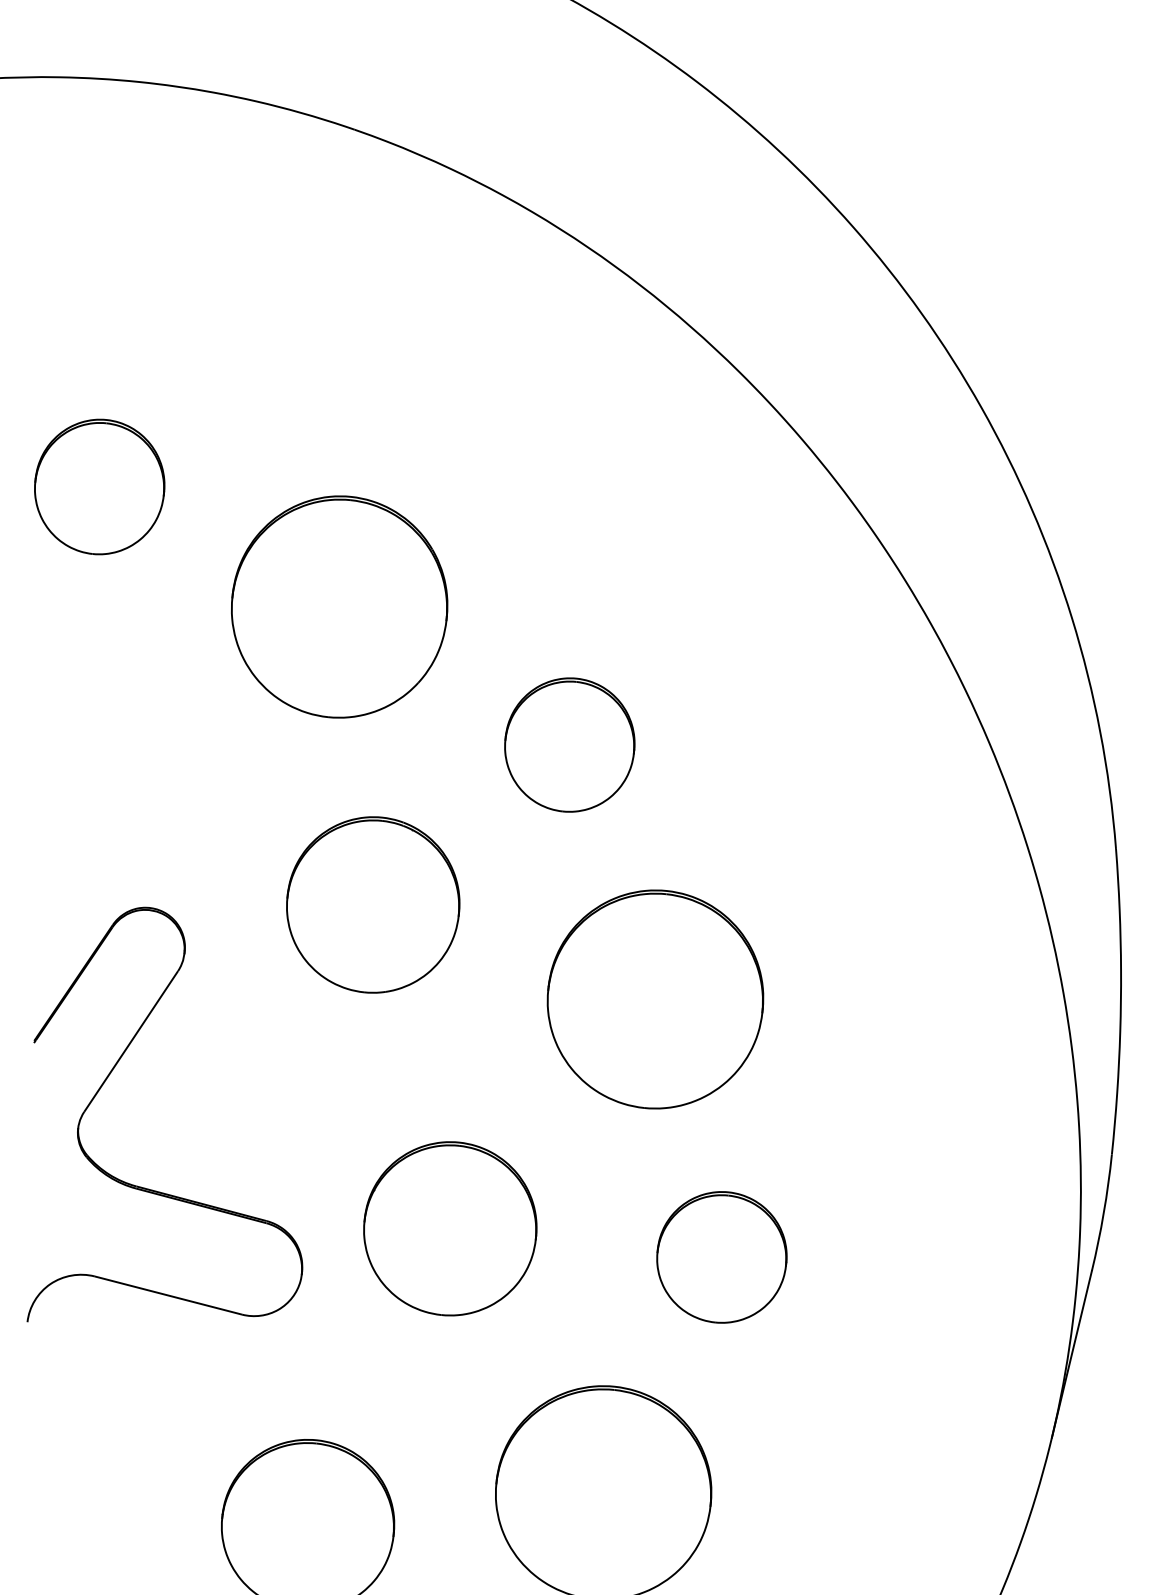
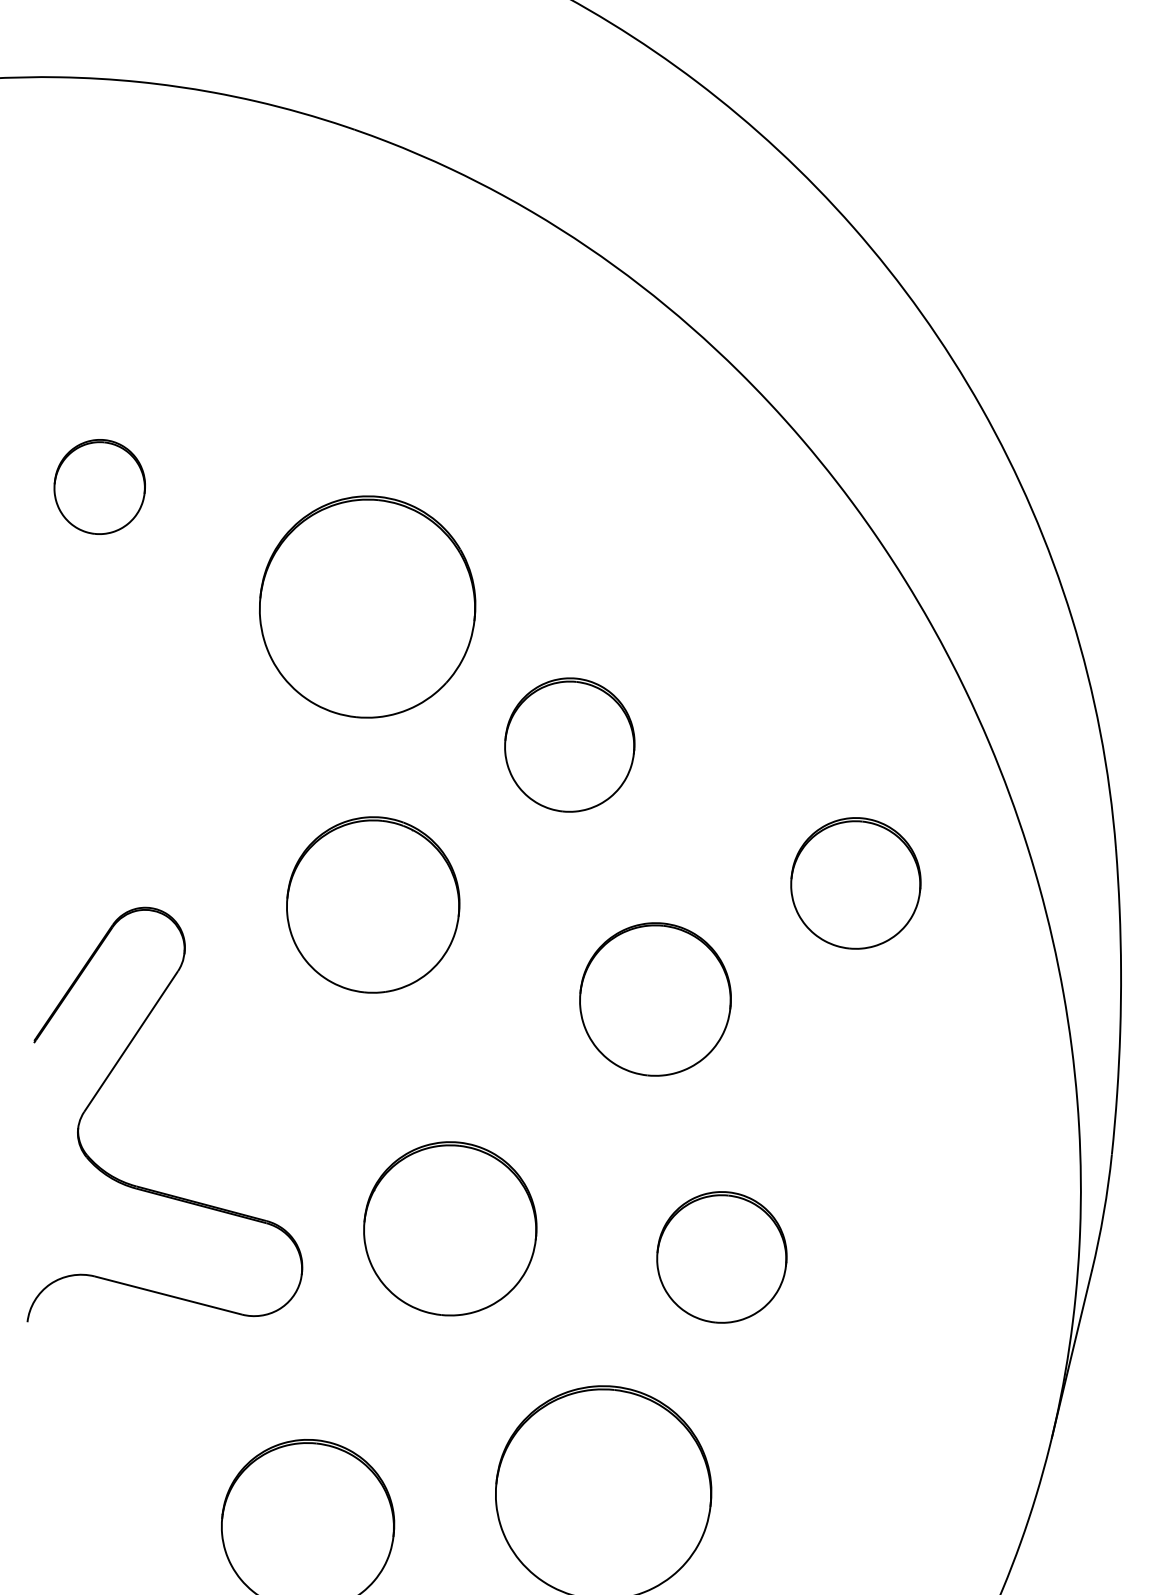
part at (99, 486) size: 132x138 px -> 93x96 px
part at (339, 606) position: (339, 606) -> (367, 606)
part at (855, 883): none -> present
part at (655, 999) size: 219x221 px -> 153x155 px
